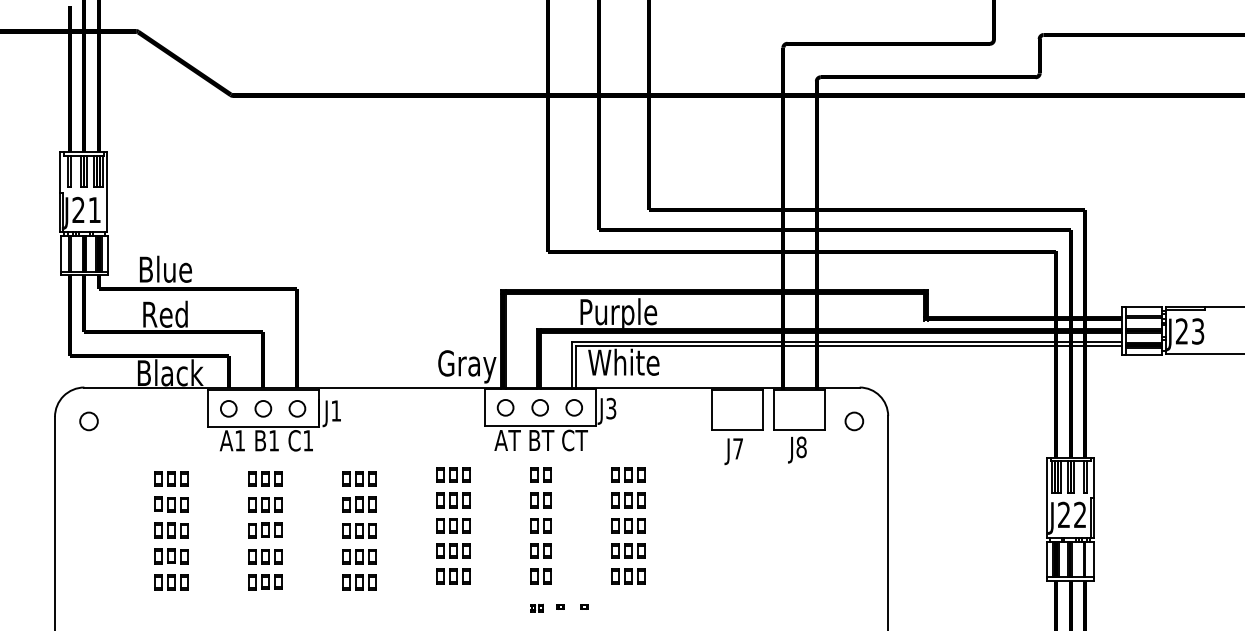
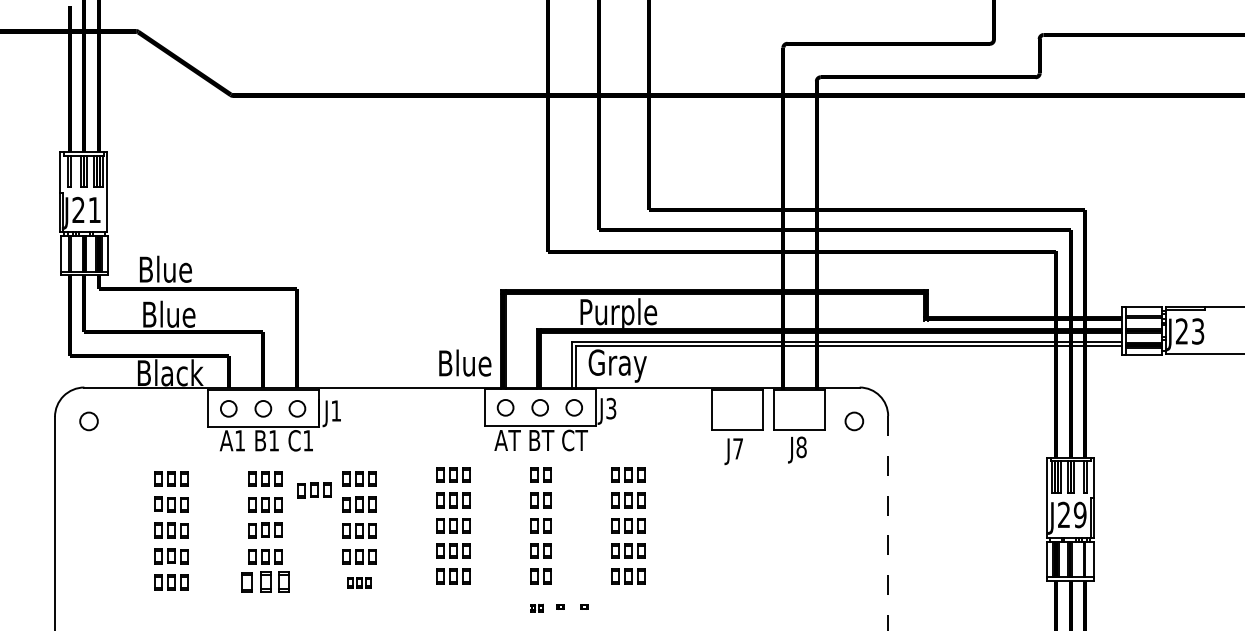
text at (170, 313): Red -> Blue
text at (623, 365): White -> Gray
text at (467, 366): Gray -> Blue
part at (314, 490): none -> present
text at (1079, 514): J22 -> J29
line at (888, 524): solid -> dashed
part at (265, 582) size: 35x17 px -> 49x22 px
part at (359, 582) size: 35x17 px -> 25x12 px
